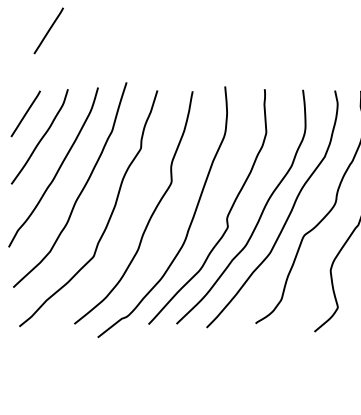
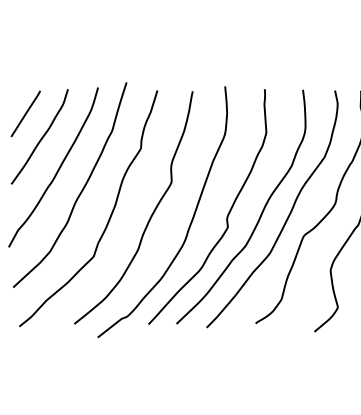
line at (48, 30): present -> none
